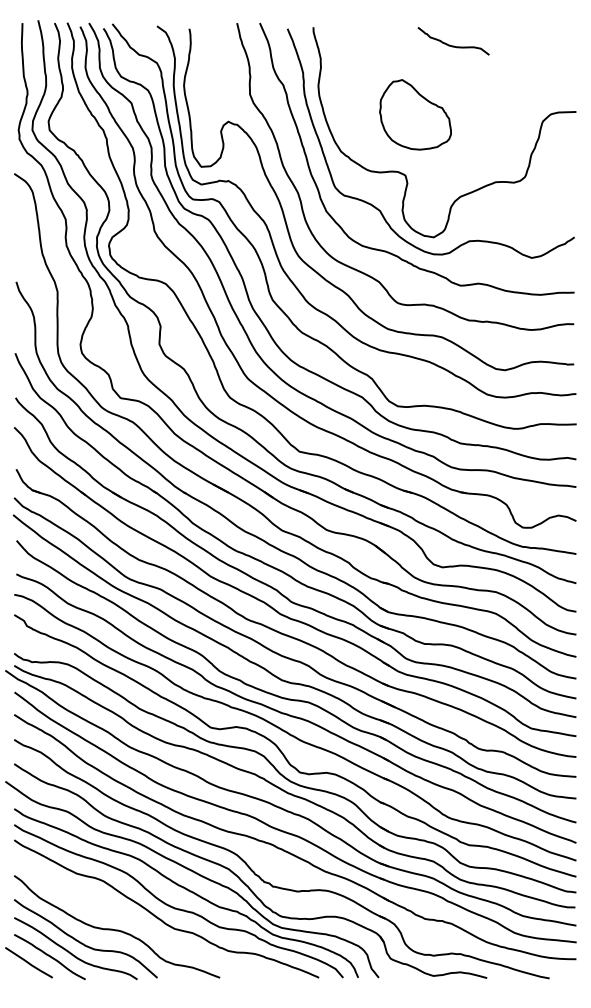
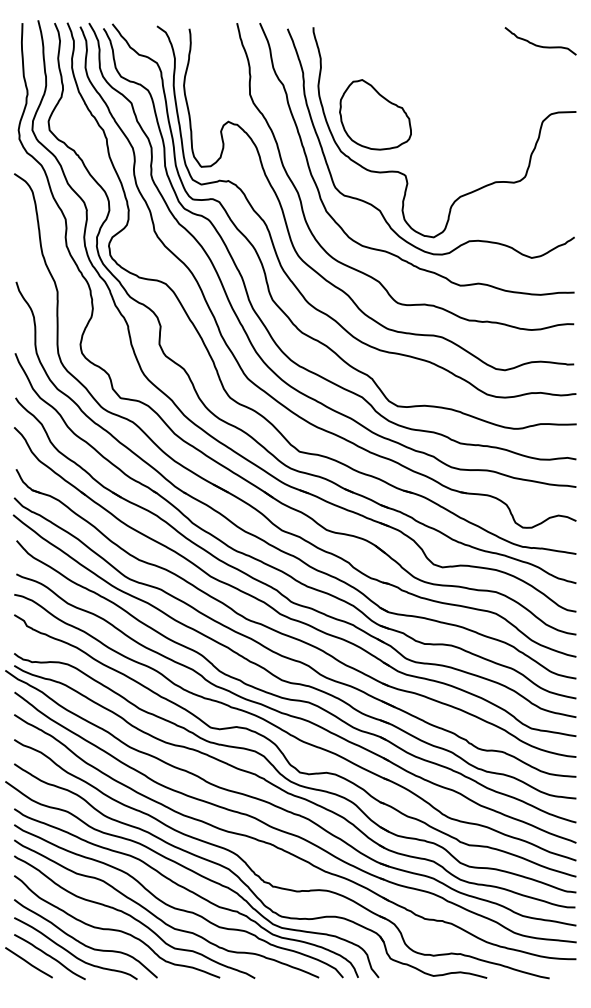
curve at (453, 45) position: (453, 45) -> (540, 45)
part at (415, 114) position: (415, 114) -> (375, 114)
curve at (133, 916): none -> present
